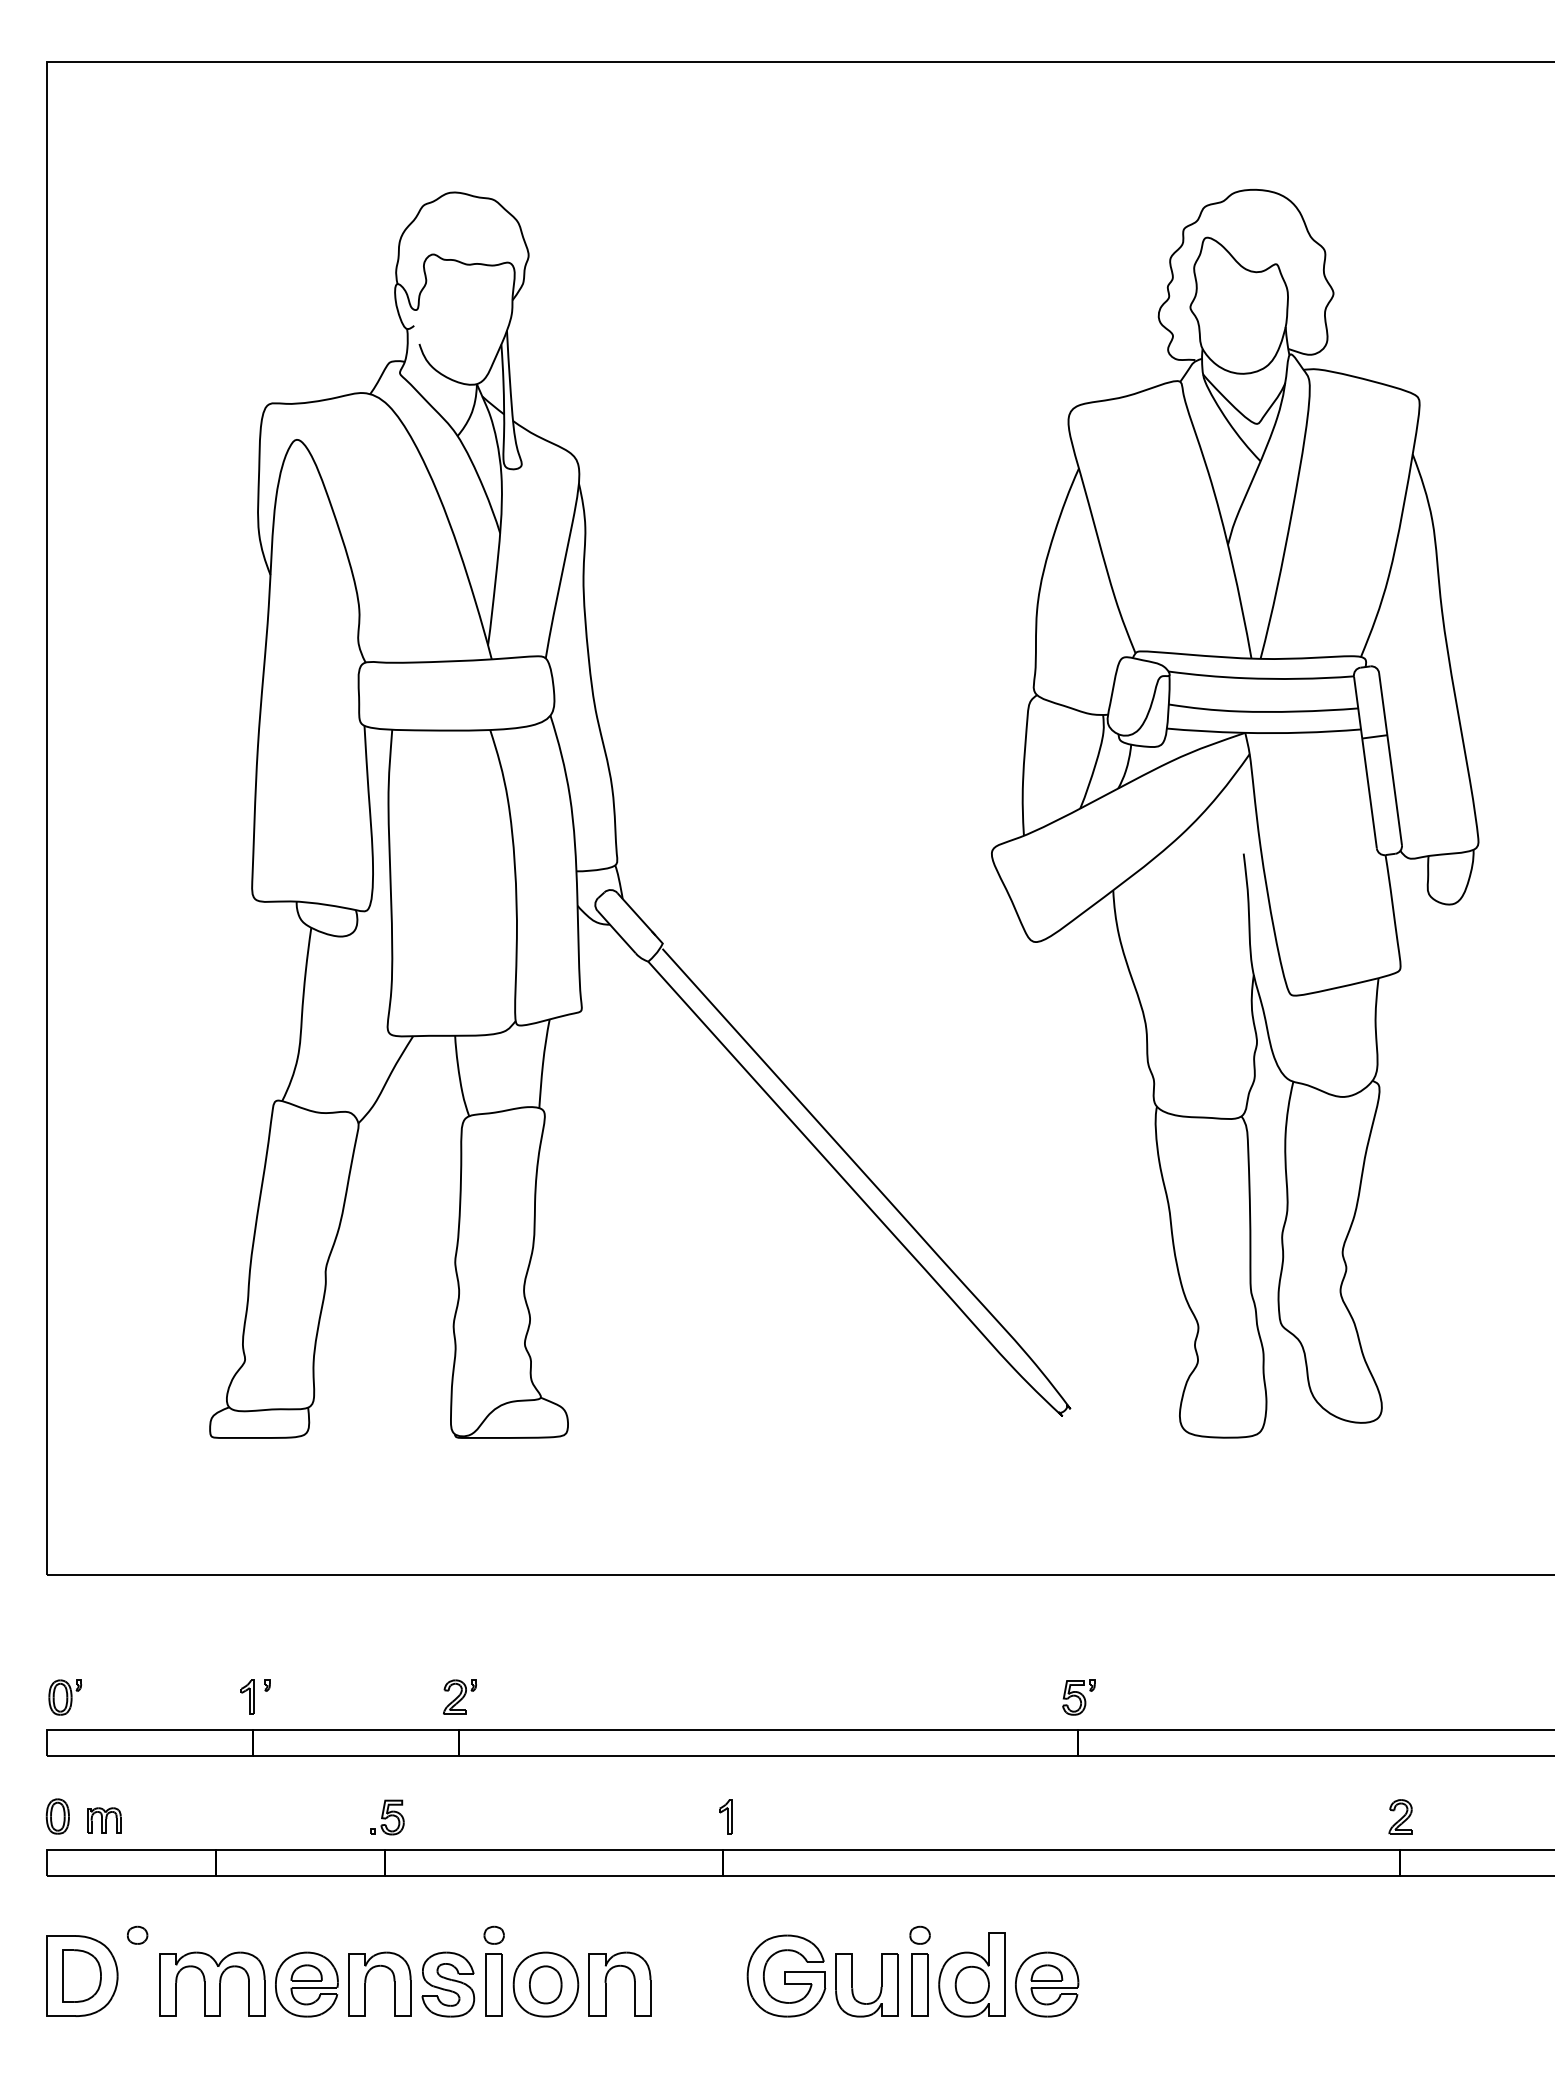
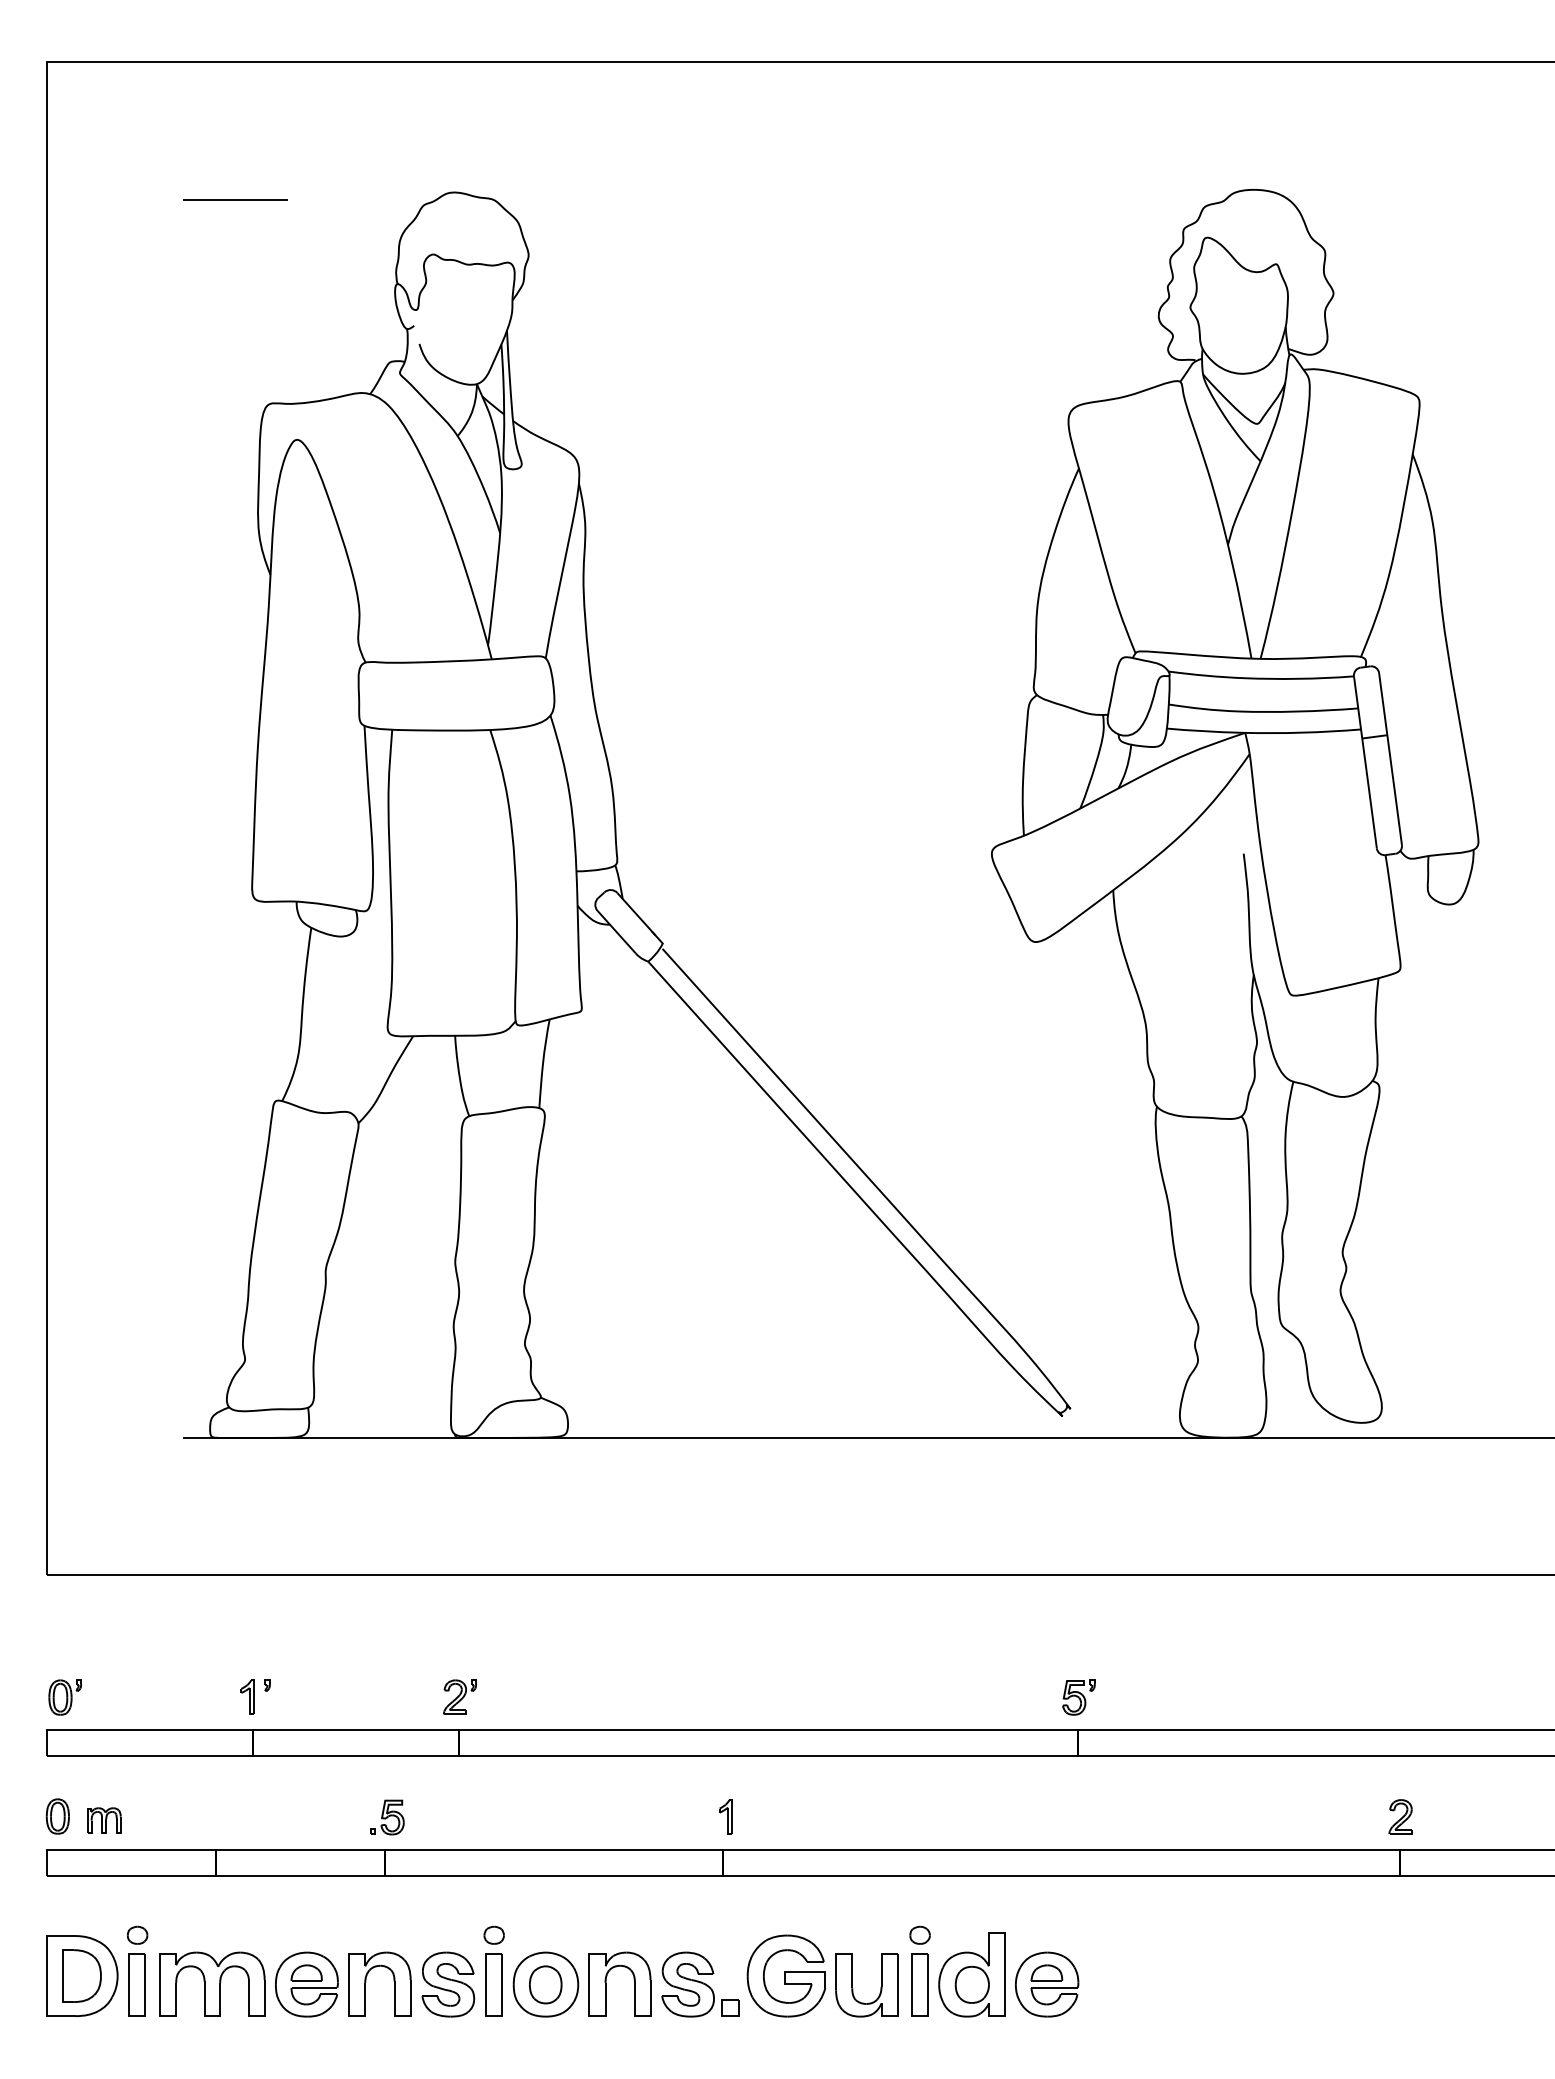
line at (235, 199): none -> present
line at (867, 1437): none -> present
part at (136, 1984): none -> present
part at (700, 1984): none -> present
